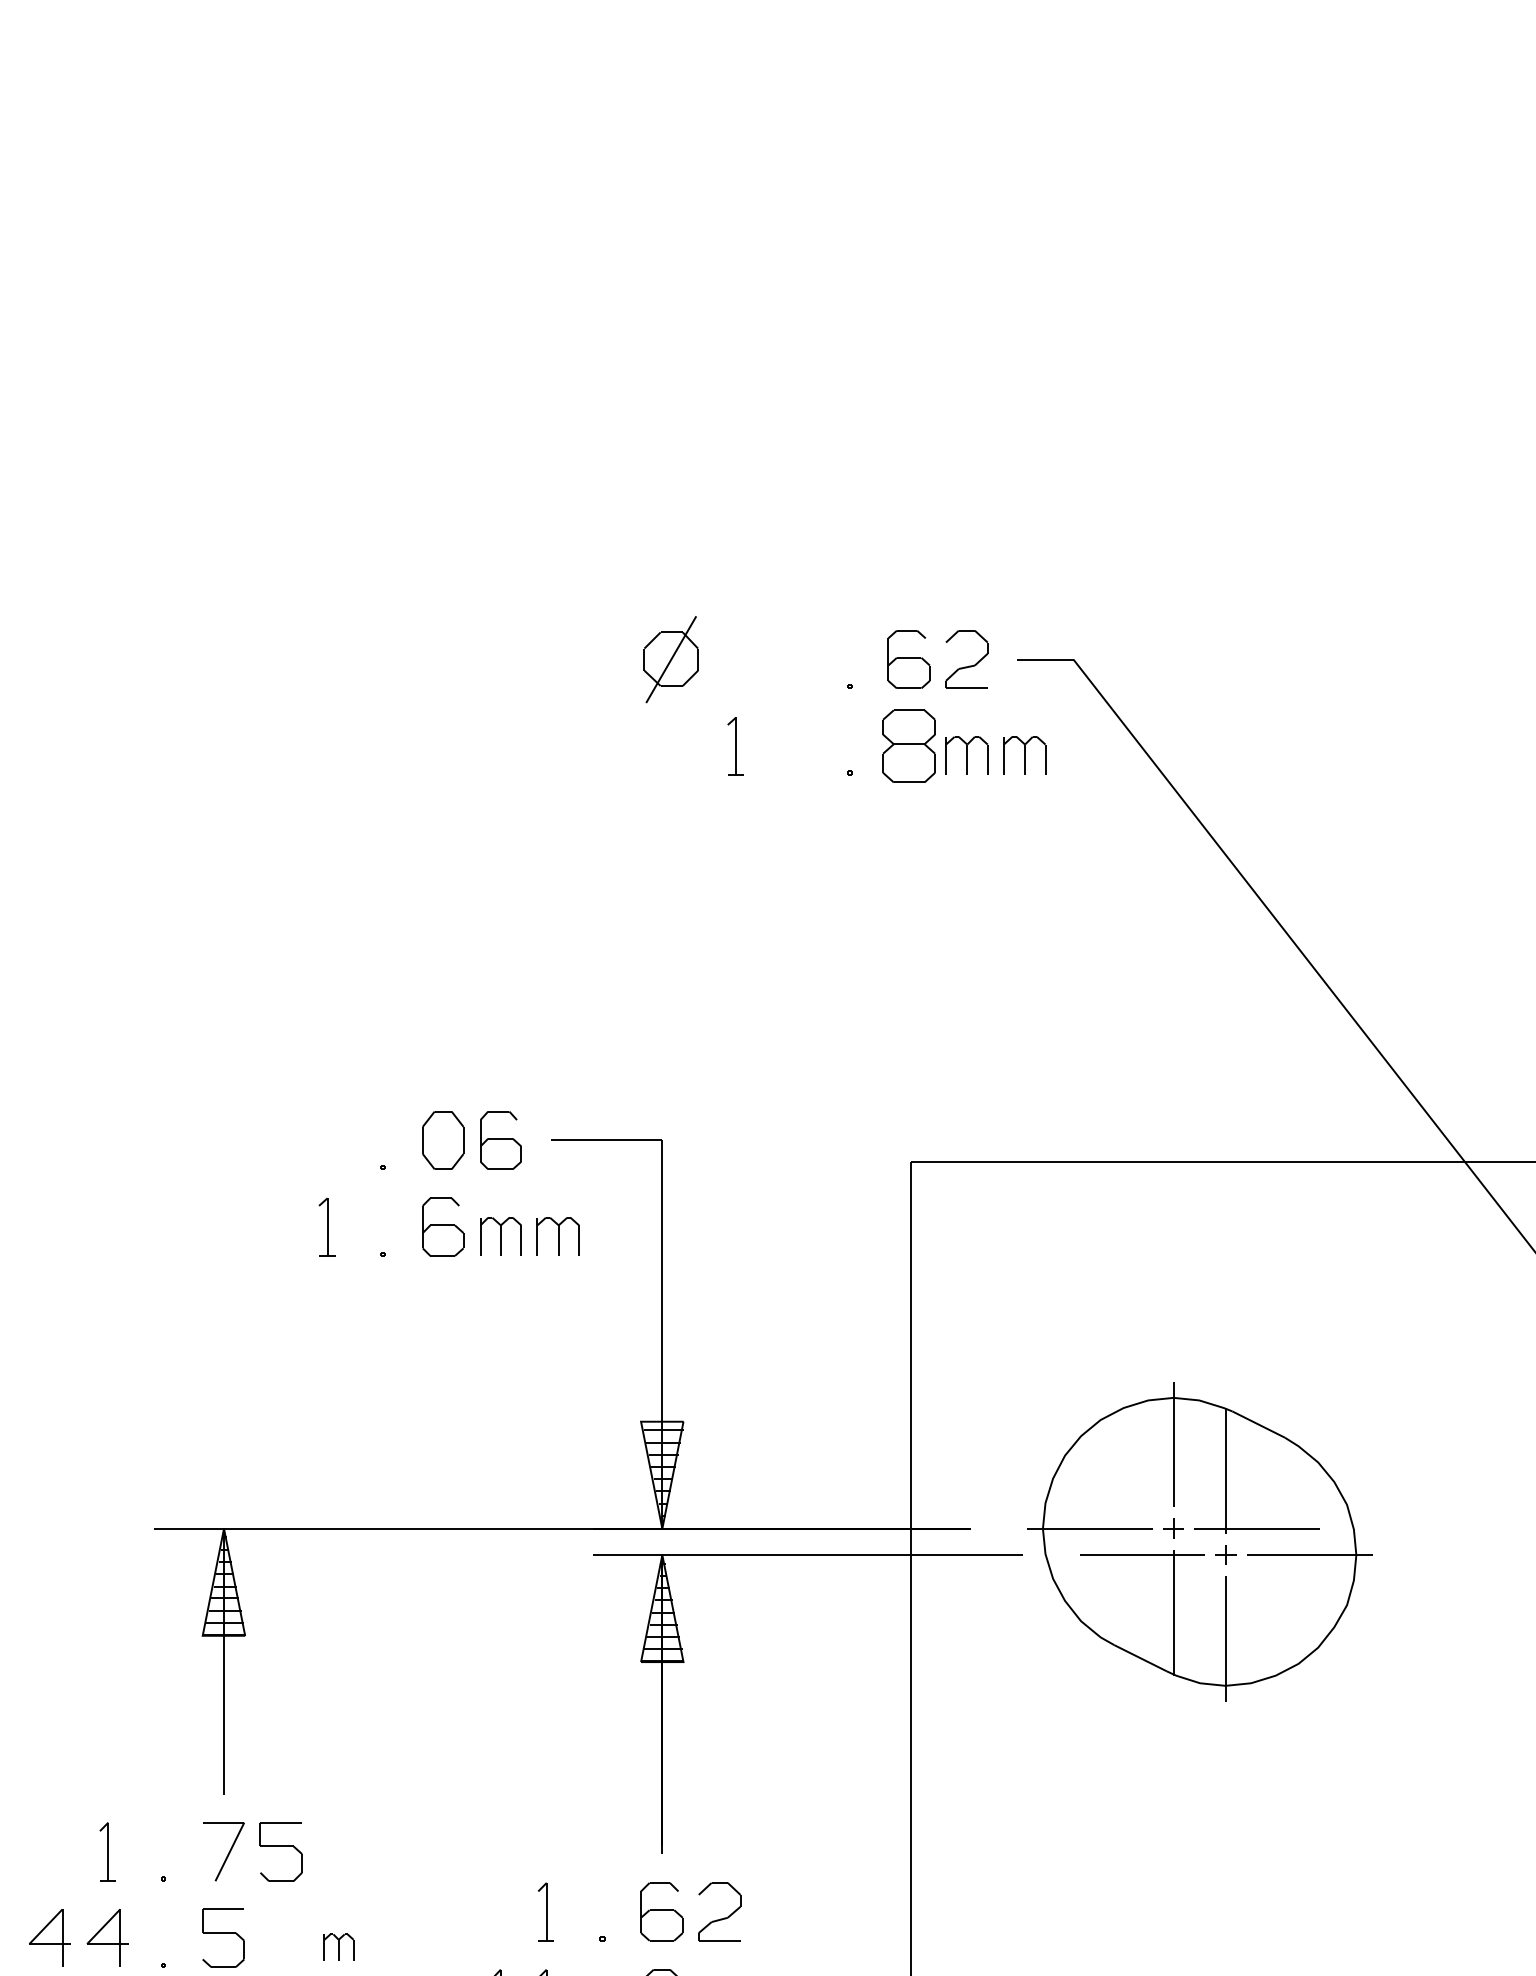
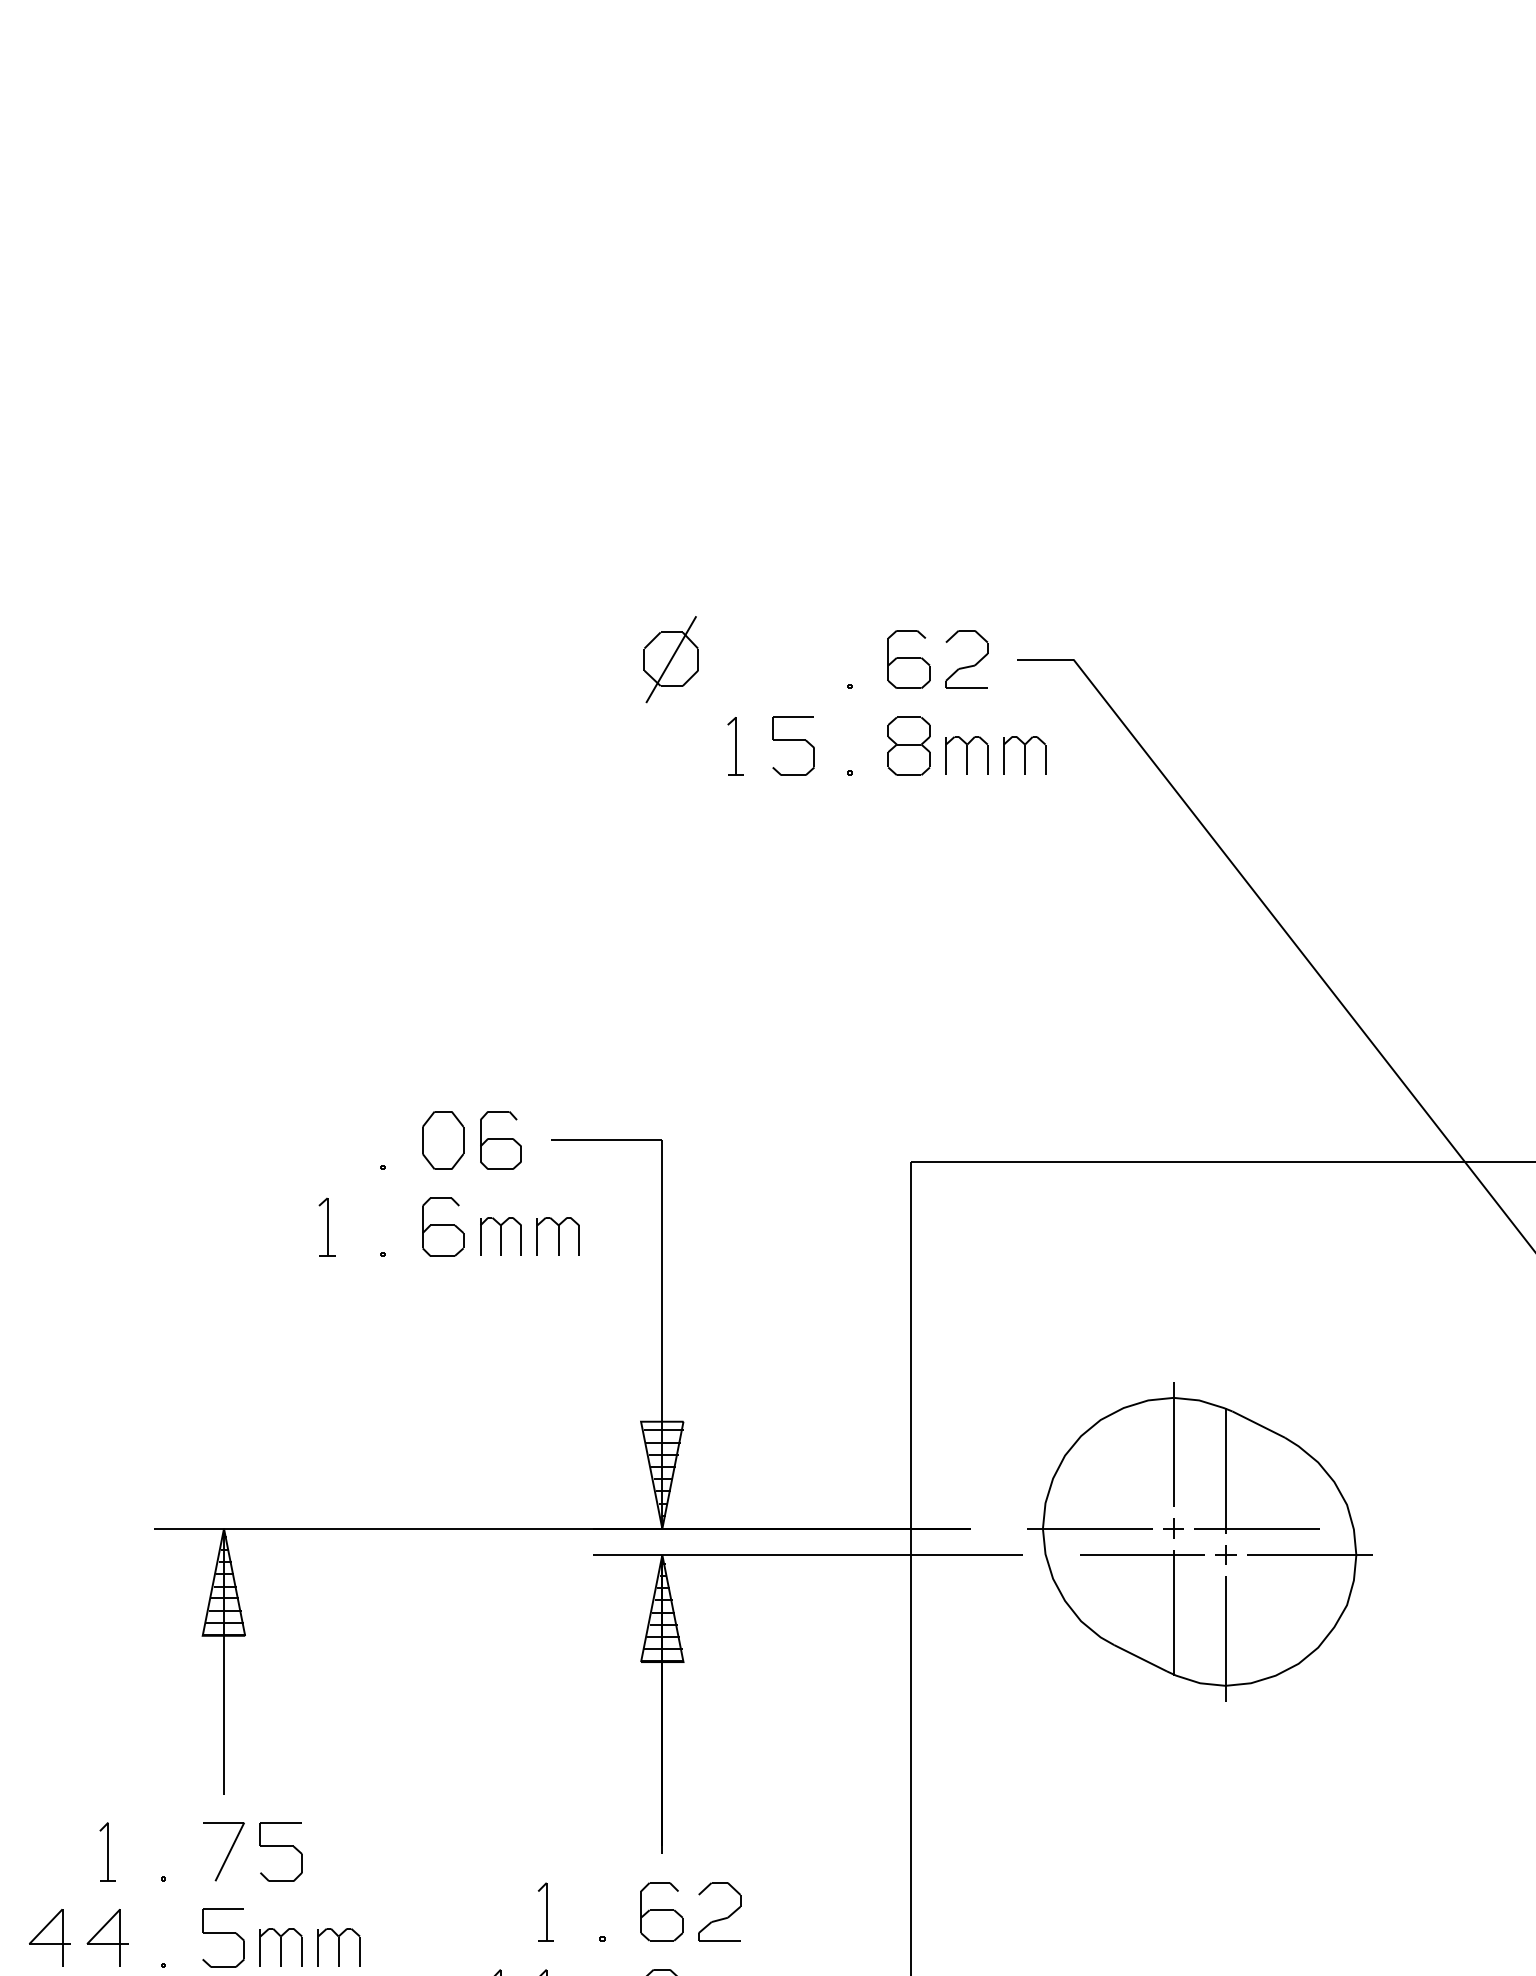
part at (793, 745): none -> present
part at (908, 745) size: 54x74 px -> 44x60 px
part at (338, 1946) size: 32x28 px -> 44x39 px
part at (280, 1947): none -> present
